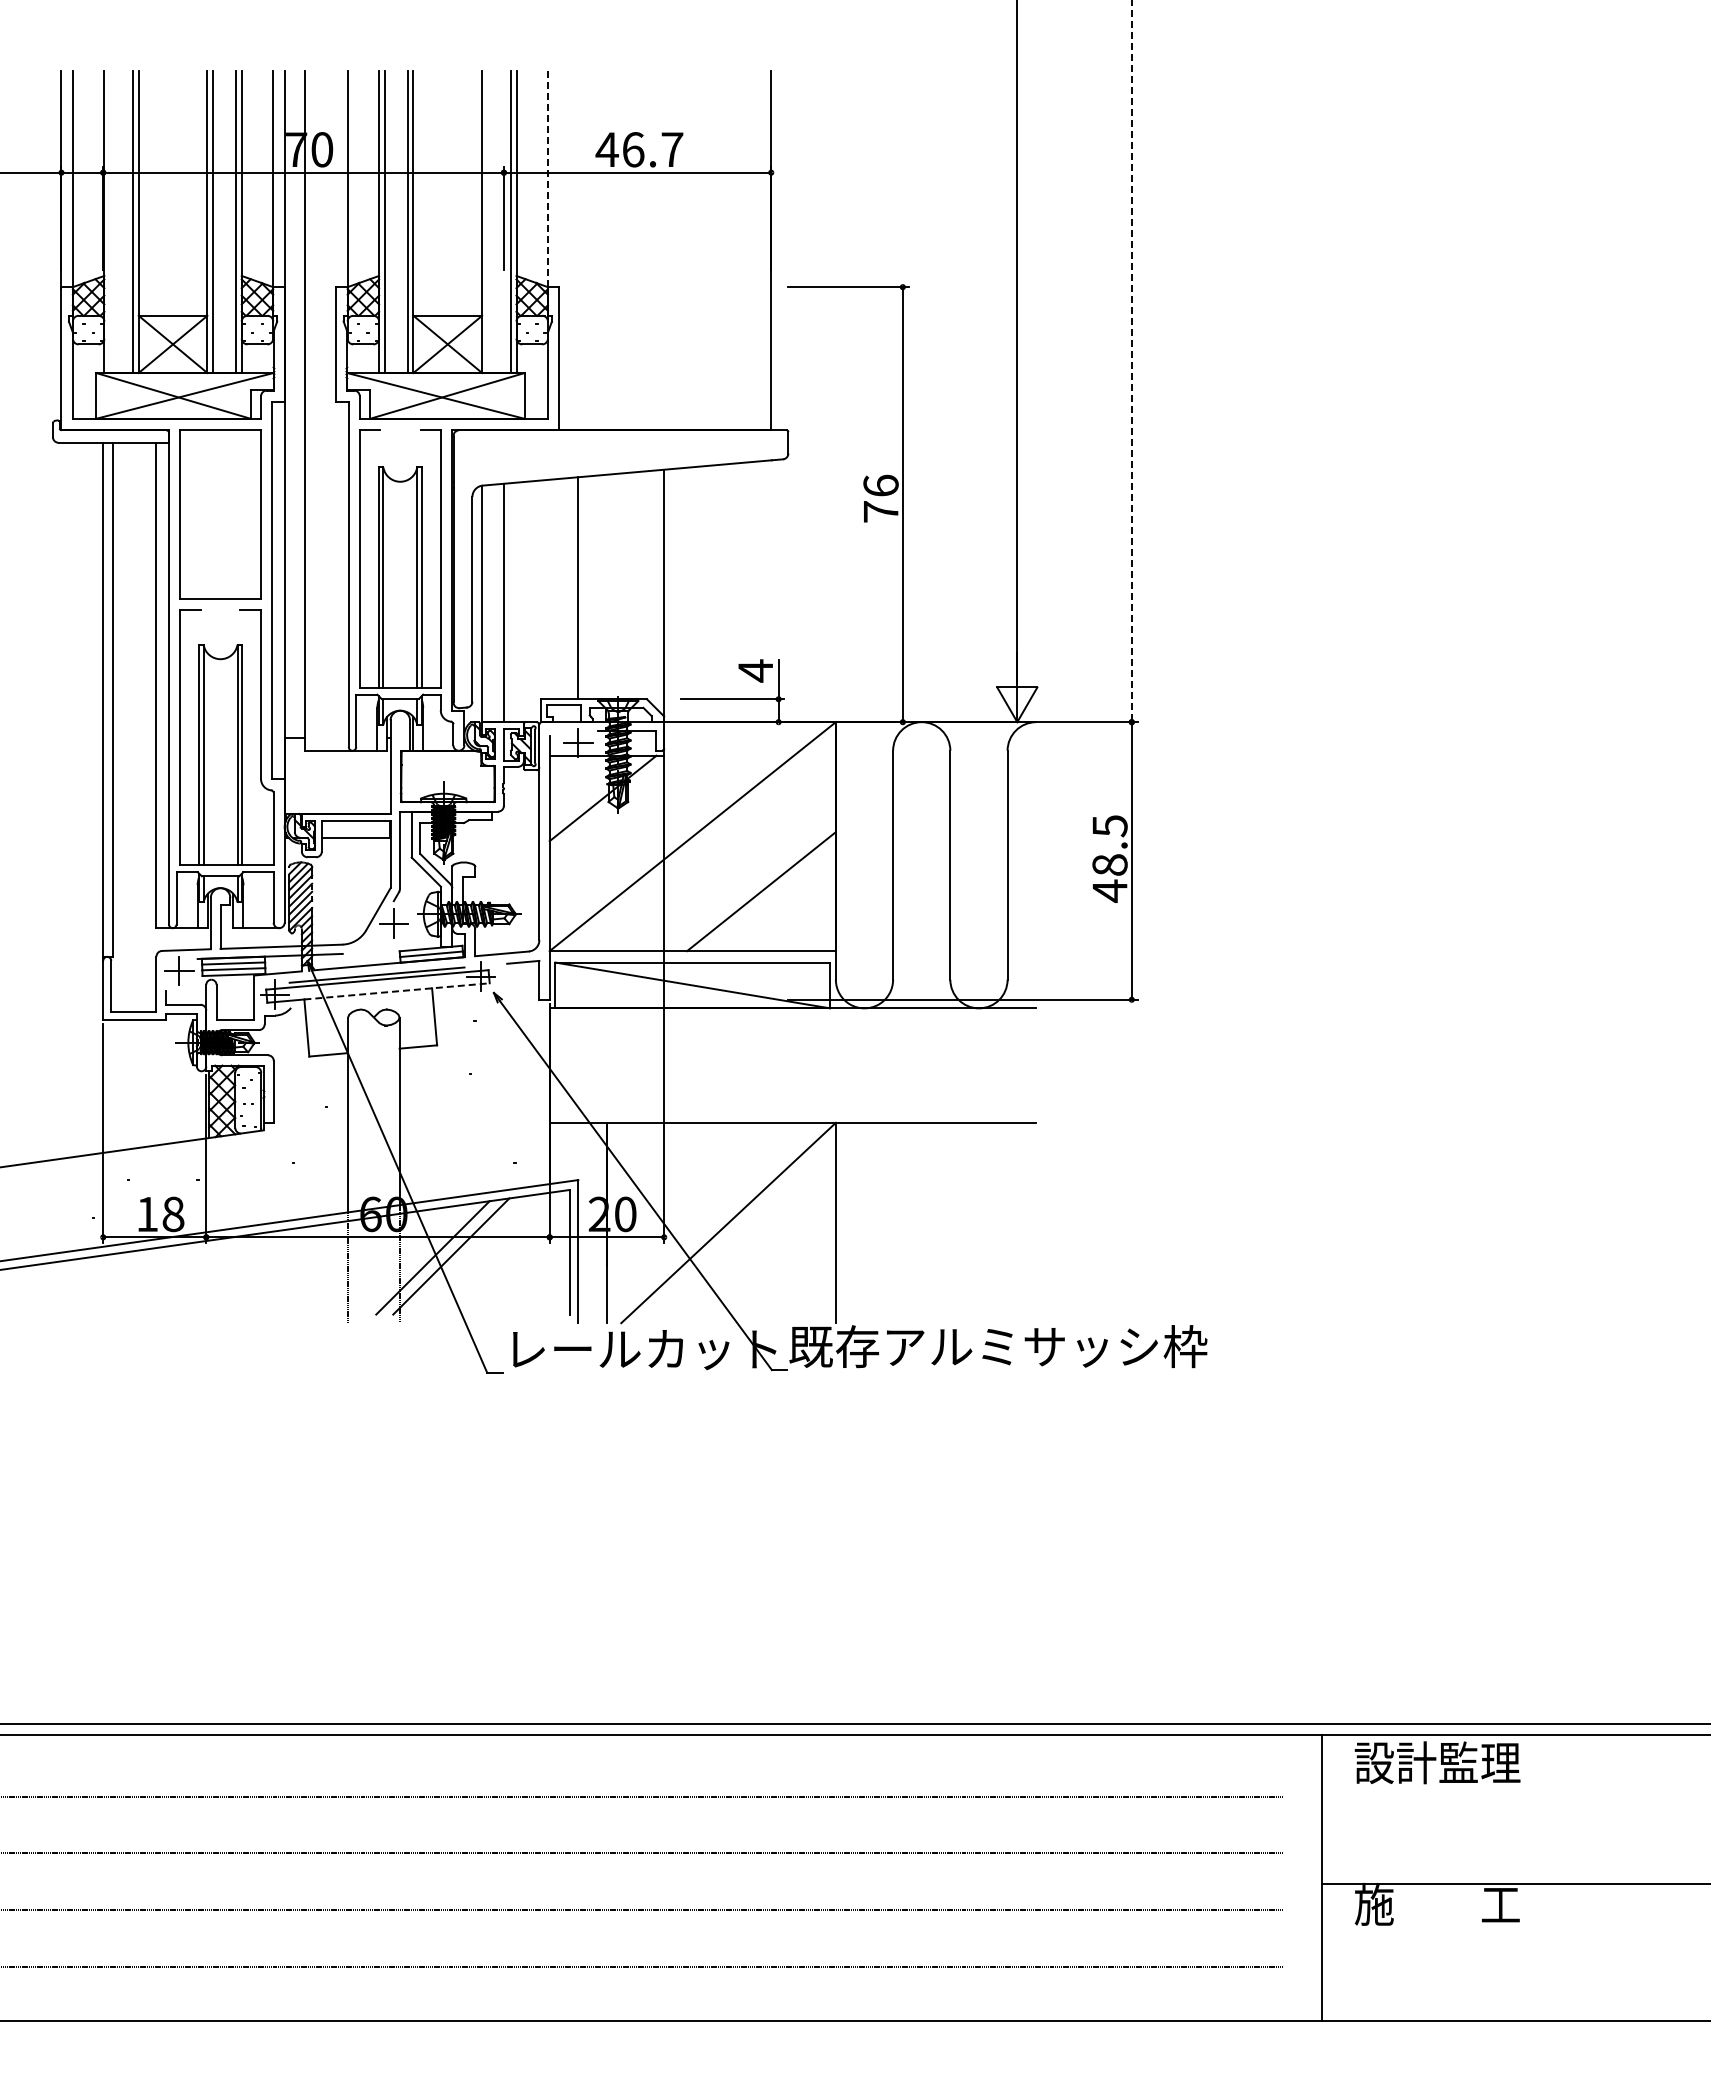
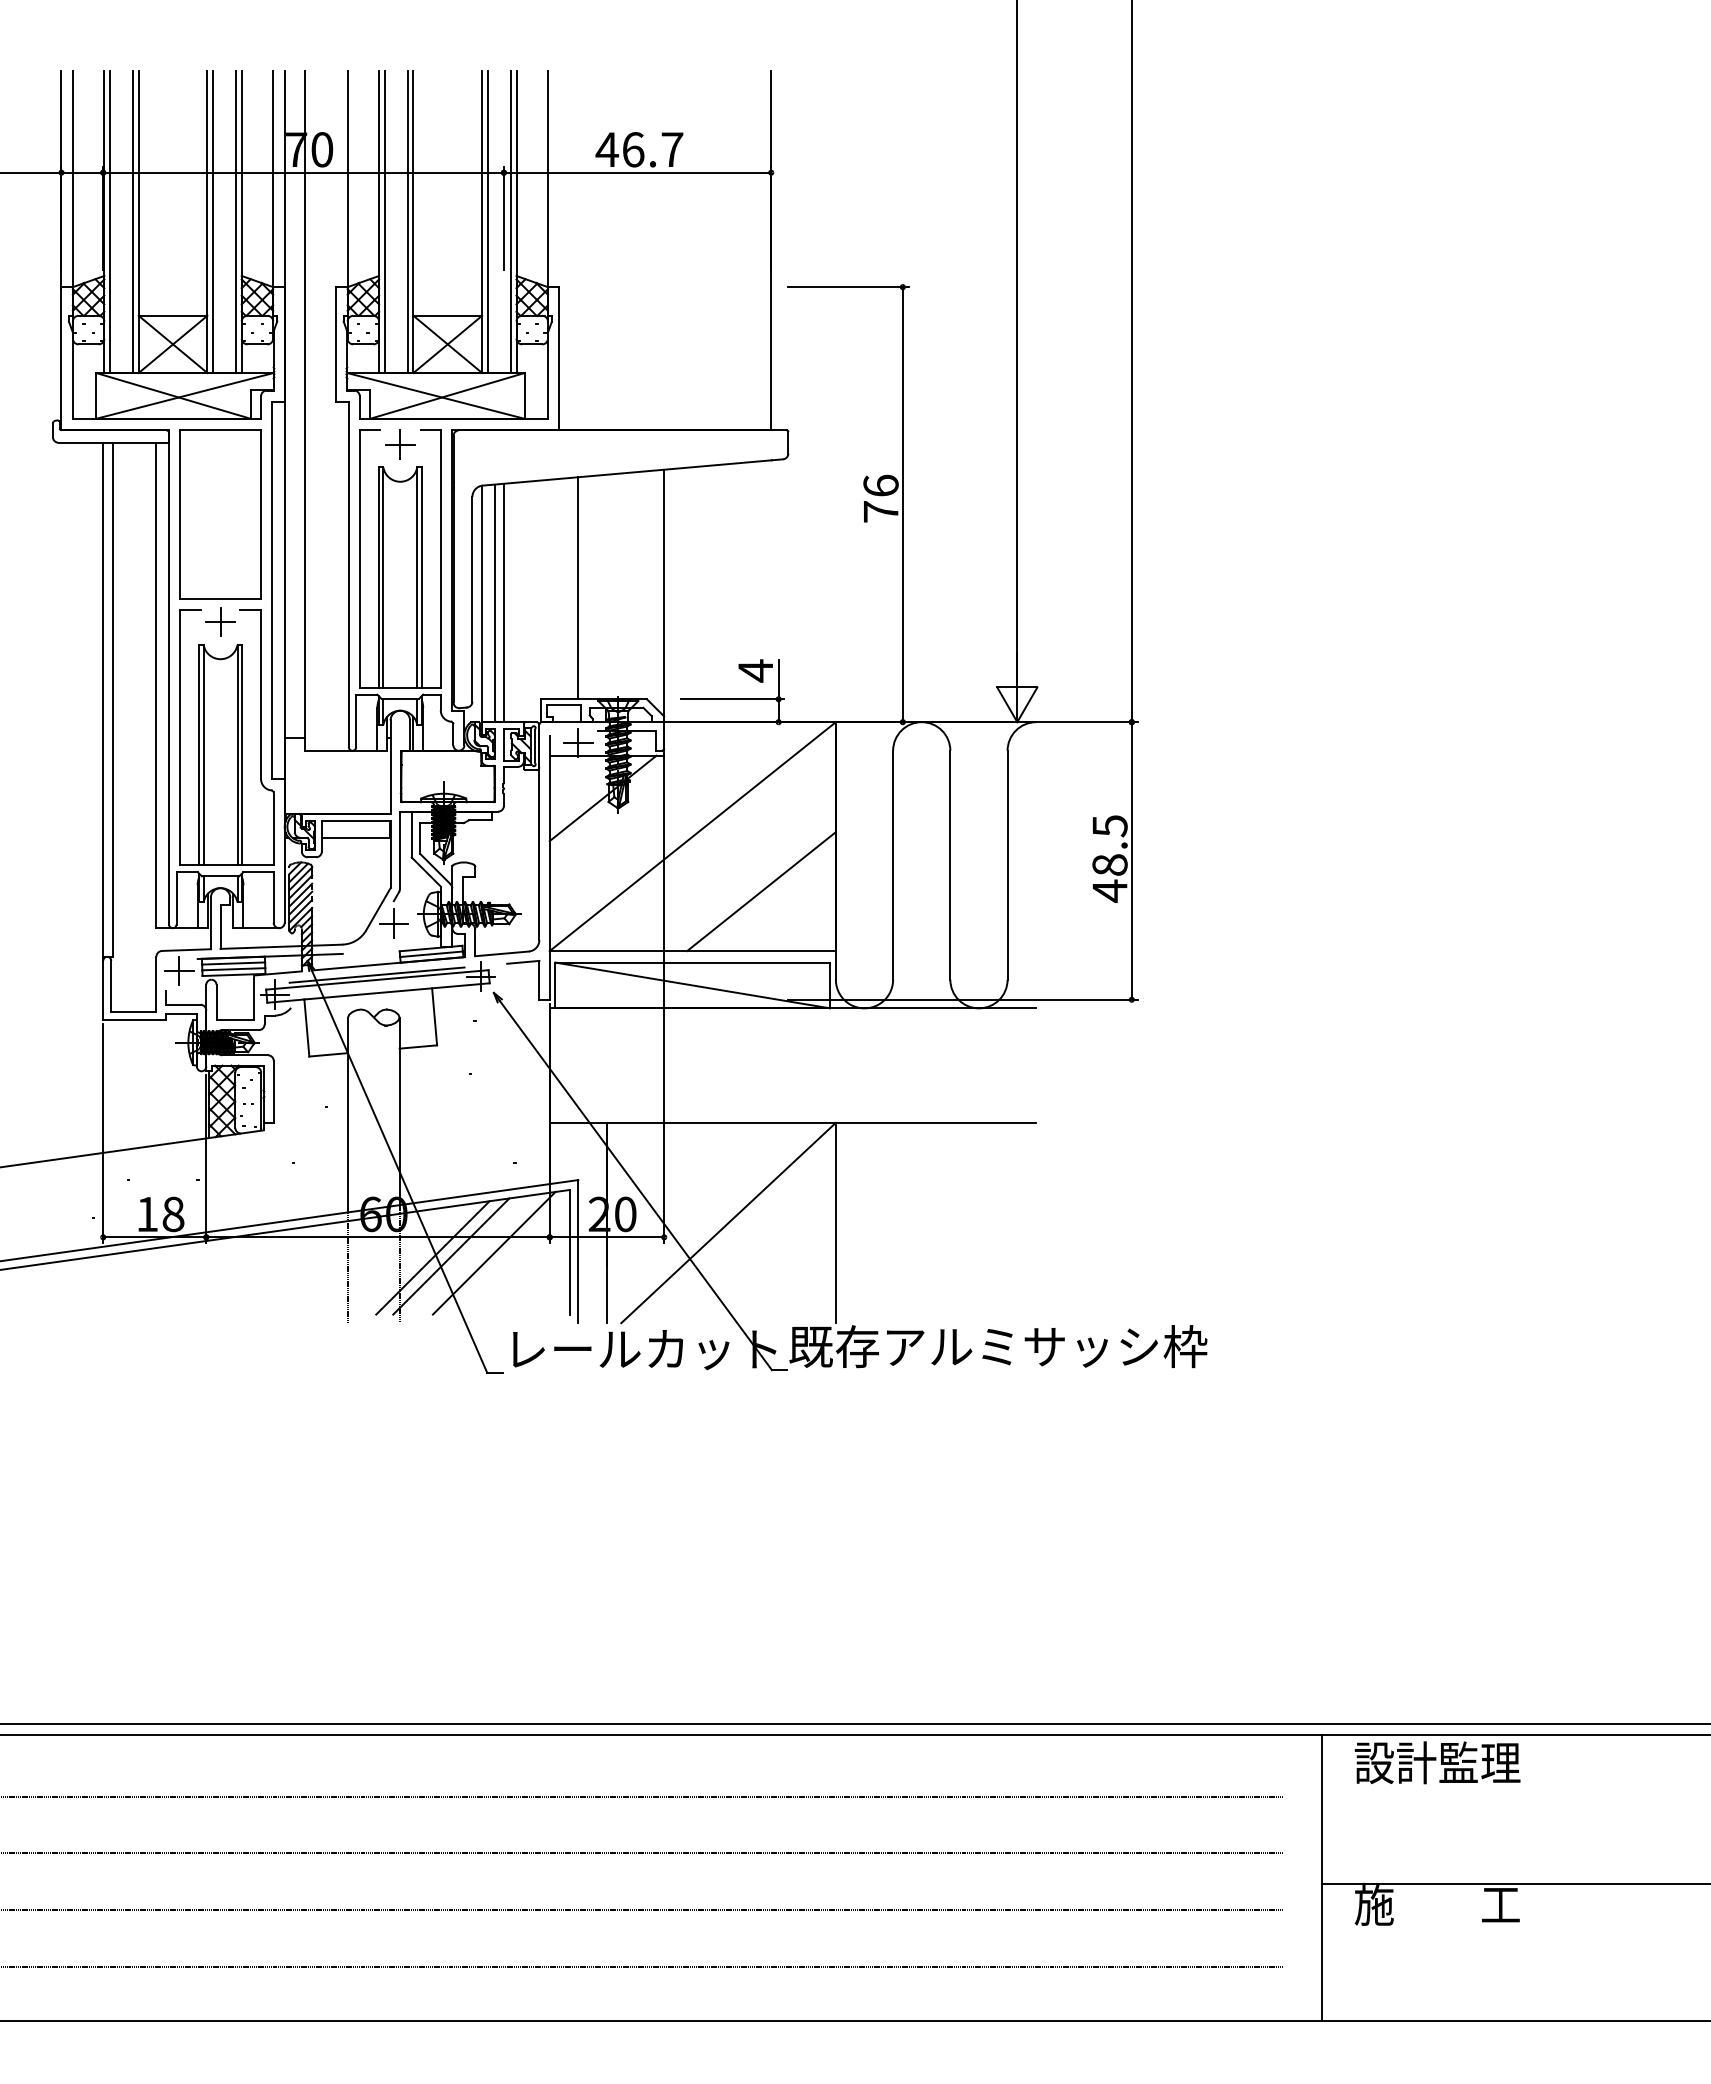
line at (547, 181): dashed -> solid
line at (110, 222): none -> present
line at (487, 222): none -> present
line at (1131, 361): dashed -> solid
part at (400, 444): none -> present
line at (494, 603): none -> present
part at (220, 621): none -> present
line at (397, 991): dashed -> solid
line at (493, 1252): none -> present
